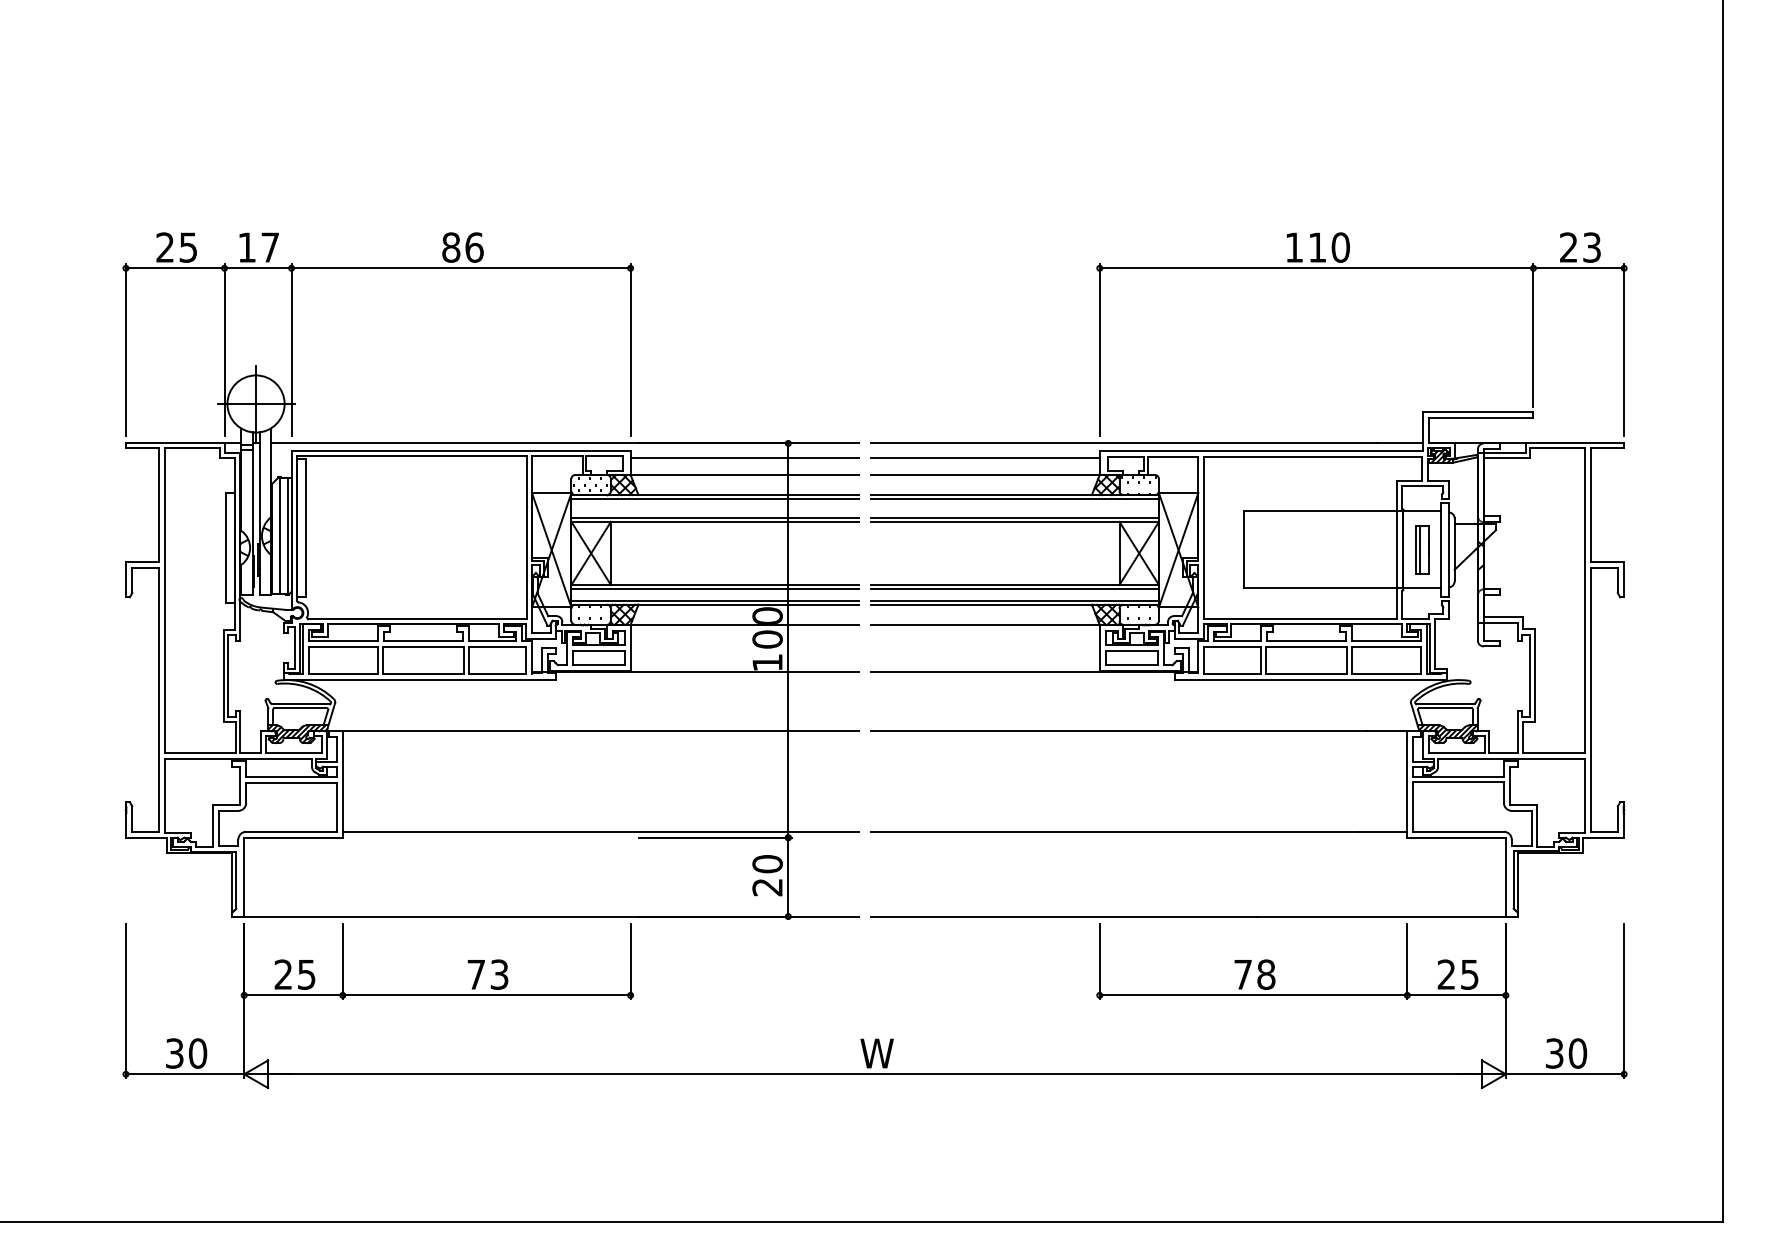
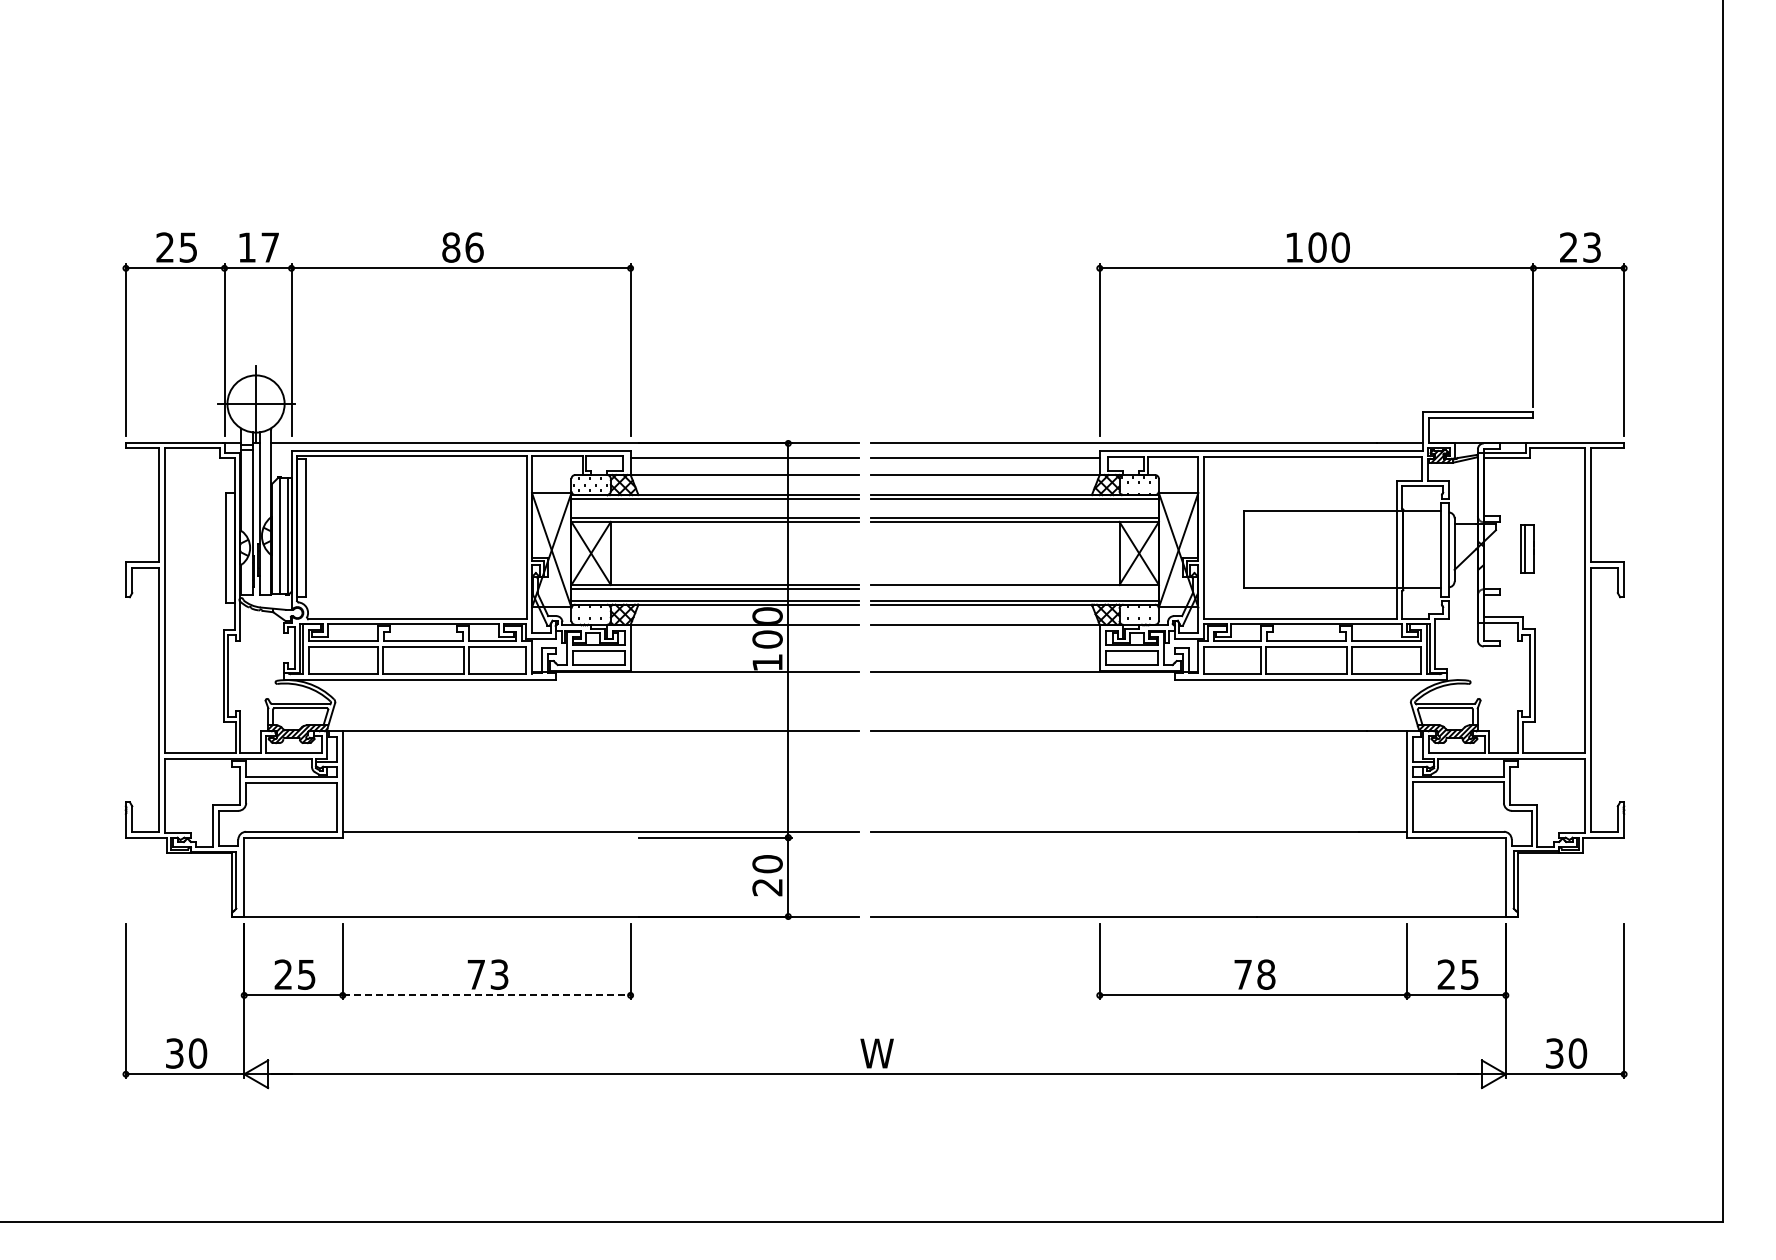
text at (1317, 247): 110 -> 100
part at (1422, 549) position: (1422, 549) -> (1527, 548)
line at (1014, 588): present -> none
line at (486, 995): solid -> dashed
